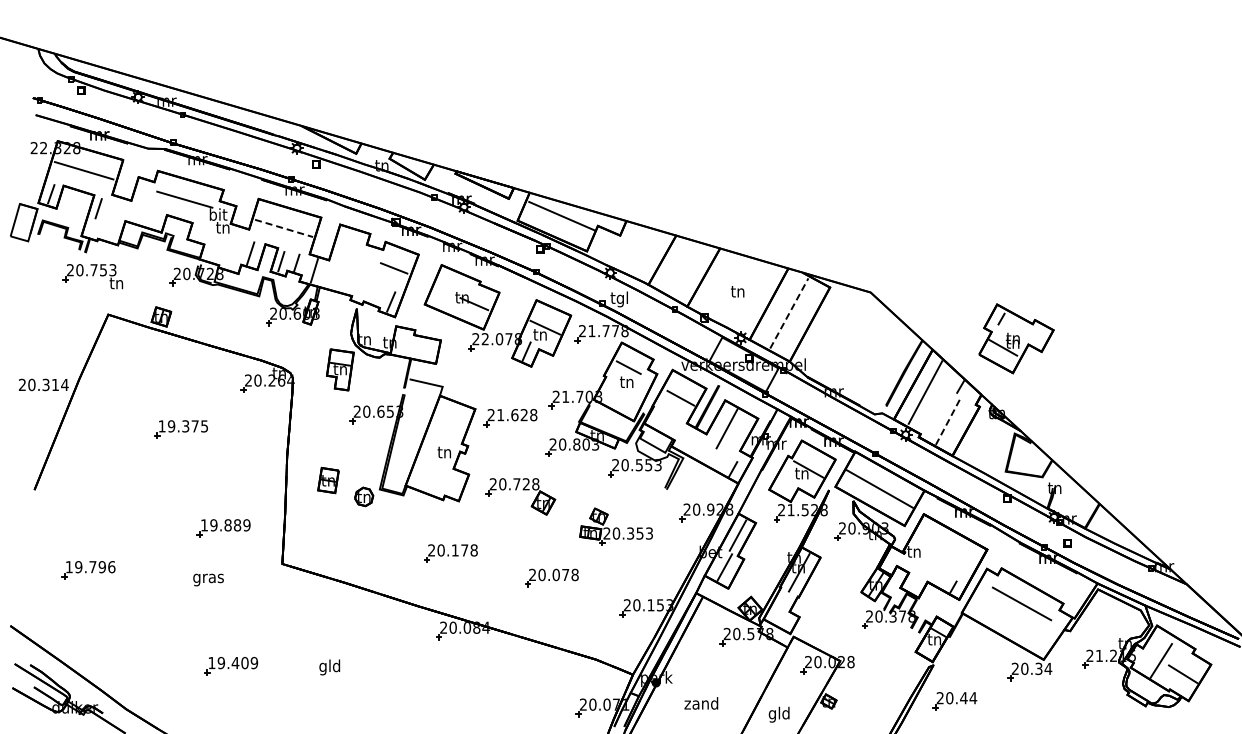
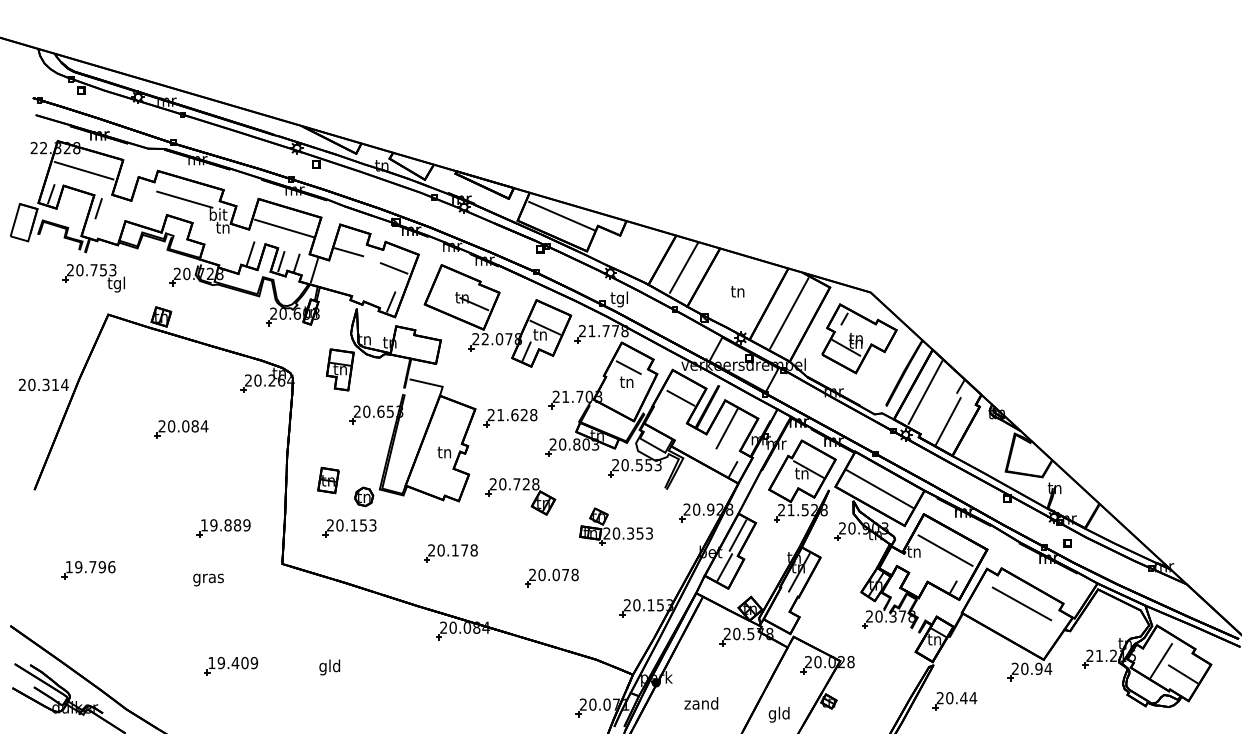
line at (284, 228): dashed -> solid
line at (349, 252): none -> present
line at (683, 267): none -> present
text at (115, 284): tn -> tgl
line at (789, 313): dashed -> solid
part at (1016, 338) position: (1016, 338) -> (859, 338)
line at (948, 421): dashed -> solid
text at (183, 426): 19.375 -> 20.084
part at (349, 528): none -> present
line at (945, 550): none -> present
text at (1038, 668): 20.34 -> 20.94
